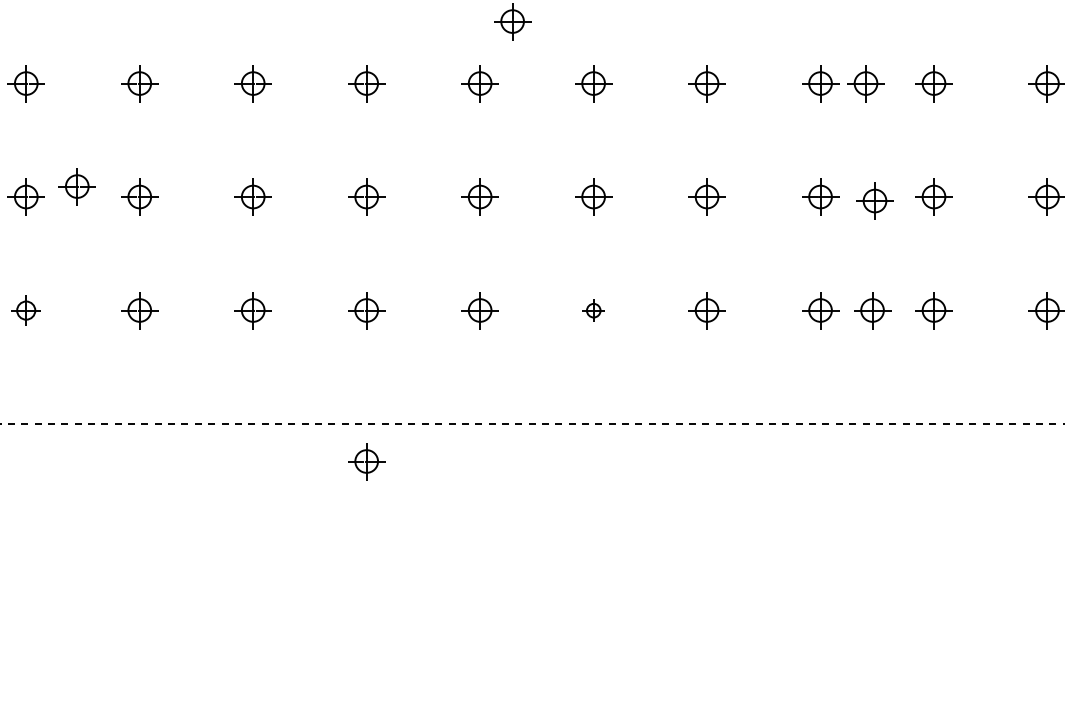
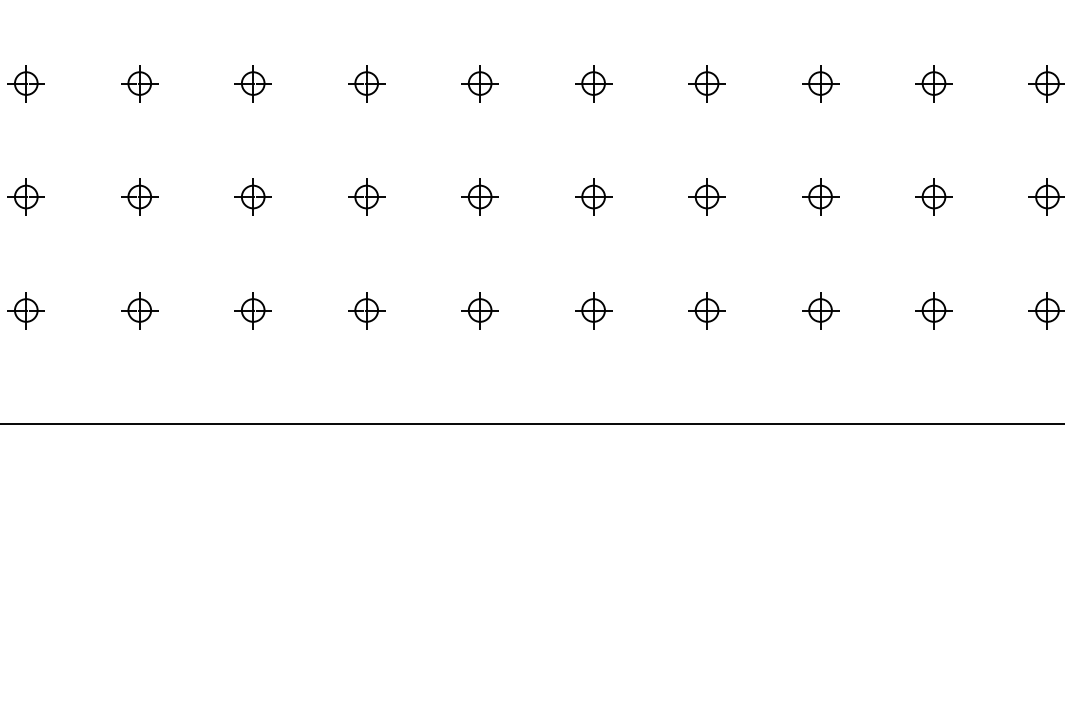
part at (512, 21): present -> none
part at (865, 83): present -> none
part at (76, 186): present -> none
part at (874, 200): present -> none
part at (25, 310) size: 30x31 px -> 38x38 px
part at (593, 310) size: 23x23 px -> 38x38 px
part at (872, 310): present -> none
line at (532, 423): dashed -> solid
part at (366, 461): present -> none
